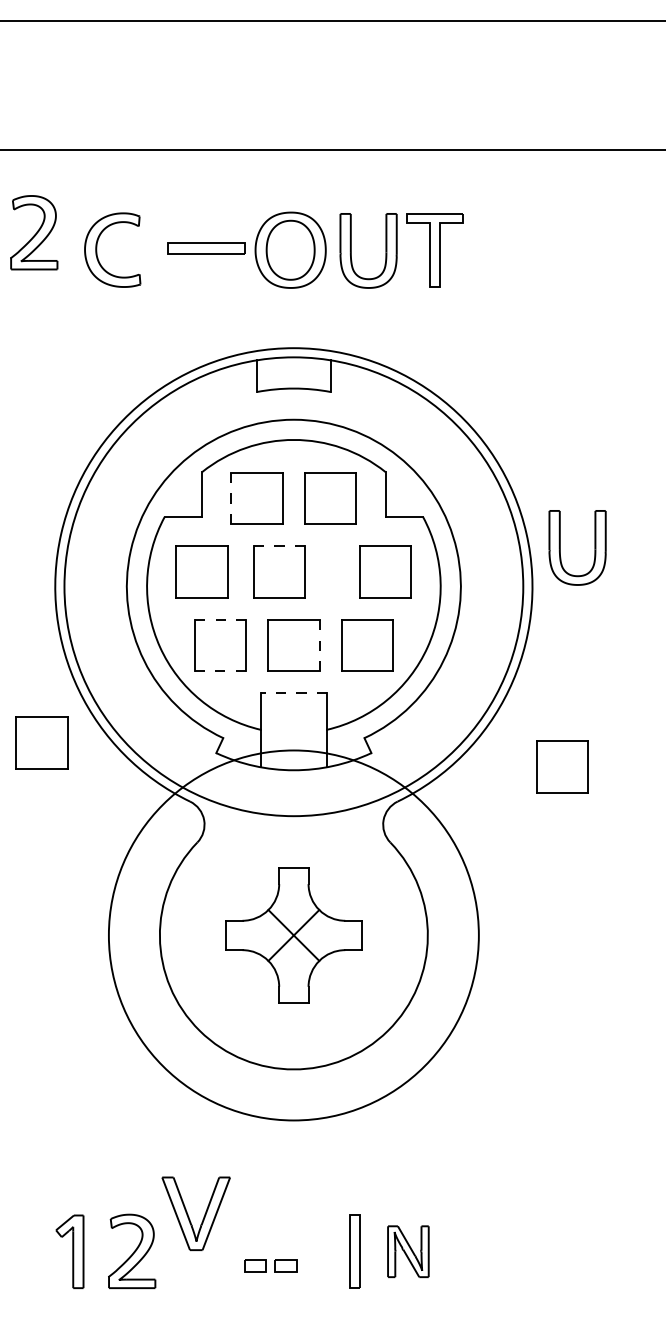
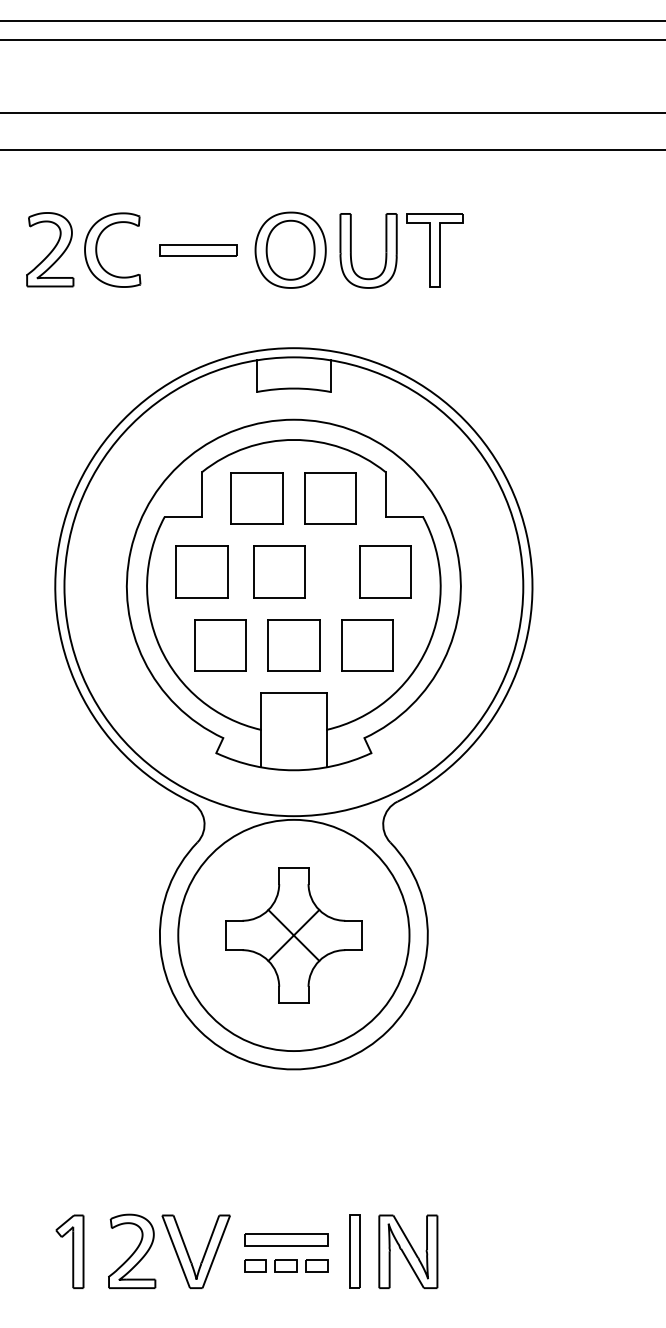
line at (332, 39): none -> present
line at (332, 113): none -> present
part at (34, 232) position: (34, 232) -> (50, 249)
part at (206, 248) position: (206, 248) -> (198, 250)
line at (231, 498): dashed -> solid
line at (279, 546): dashed -> solid
part at (560, 547): present -> none
line at (220, 619): dashed -> solid
line at (319, 645): dashed -> solid
line at (220, 671): dashed -> solid
line at (293, 693): dashed -> solid
part at (41, 742): present -> none
part at (562, 766): present -> none
circle at (293, 935) diameter: 370 px -> 231 px
part at (189, 1216) position: (189, 1216) -> (189, 1254)
part at (286, 1239): none -> present
part at (408, 1251) size: 43x54 px -> 61x75 px
part at (316, 1265): none -> present
